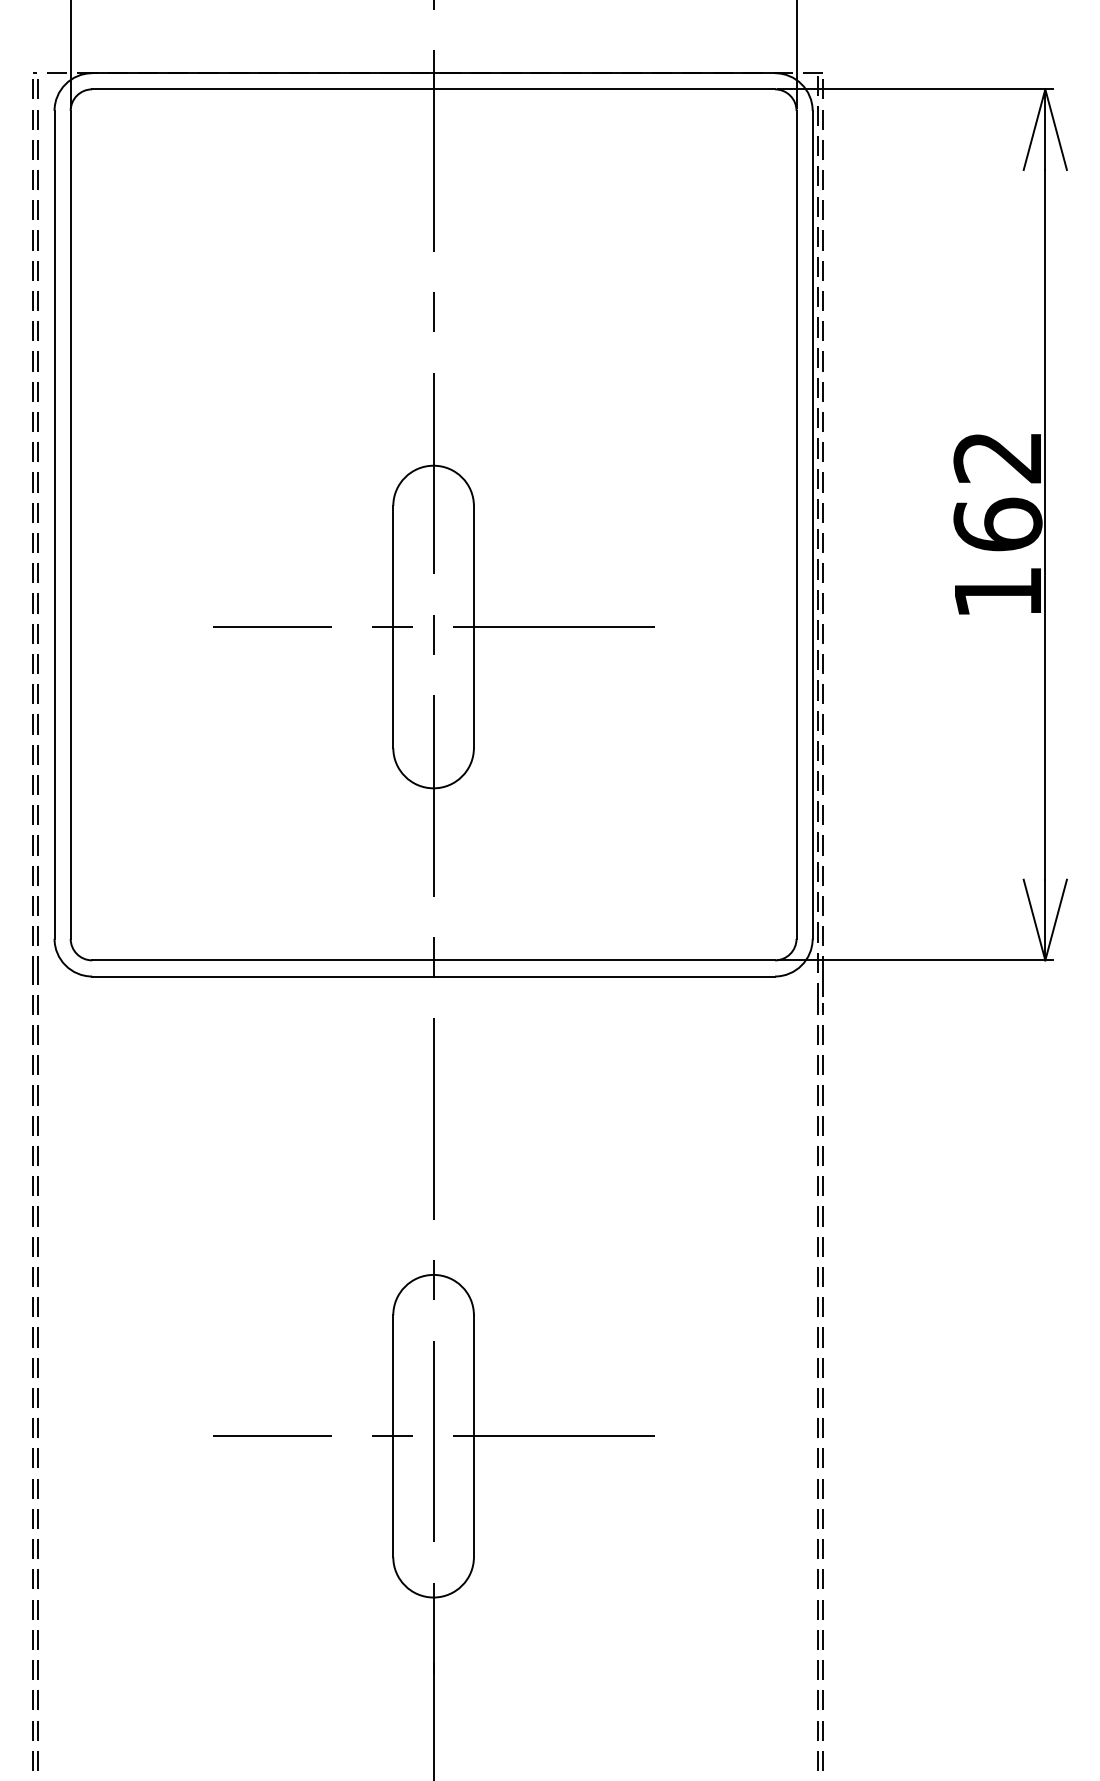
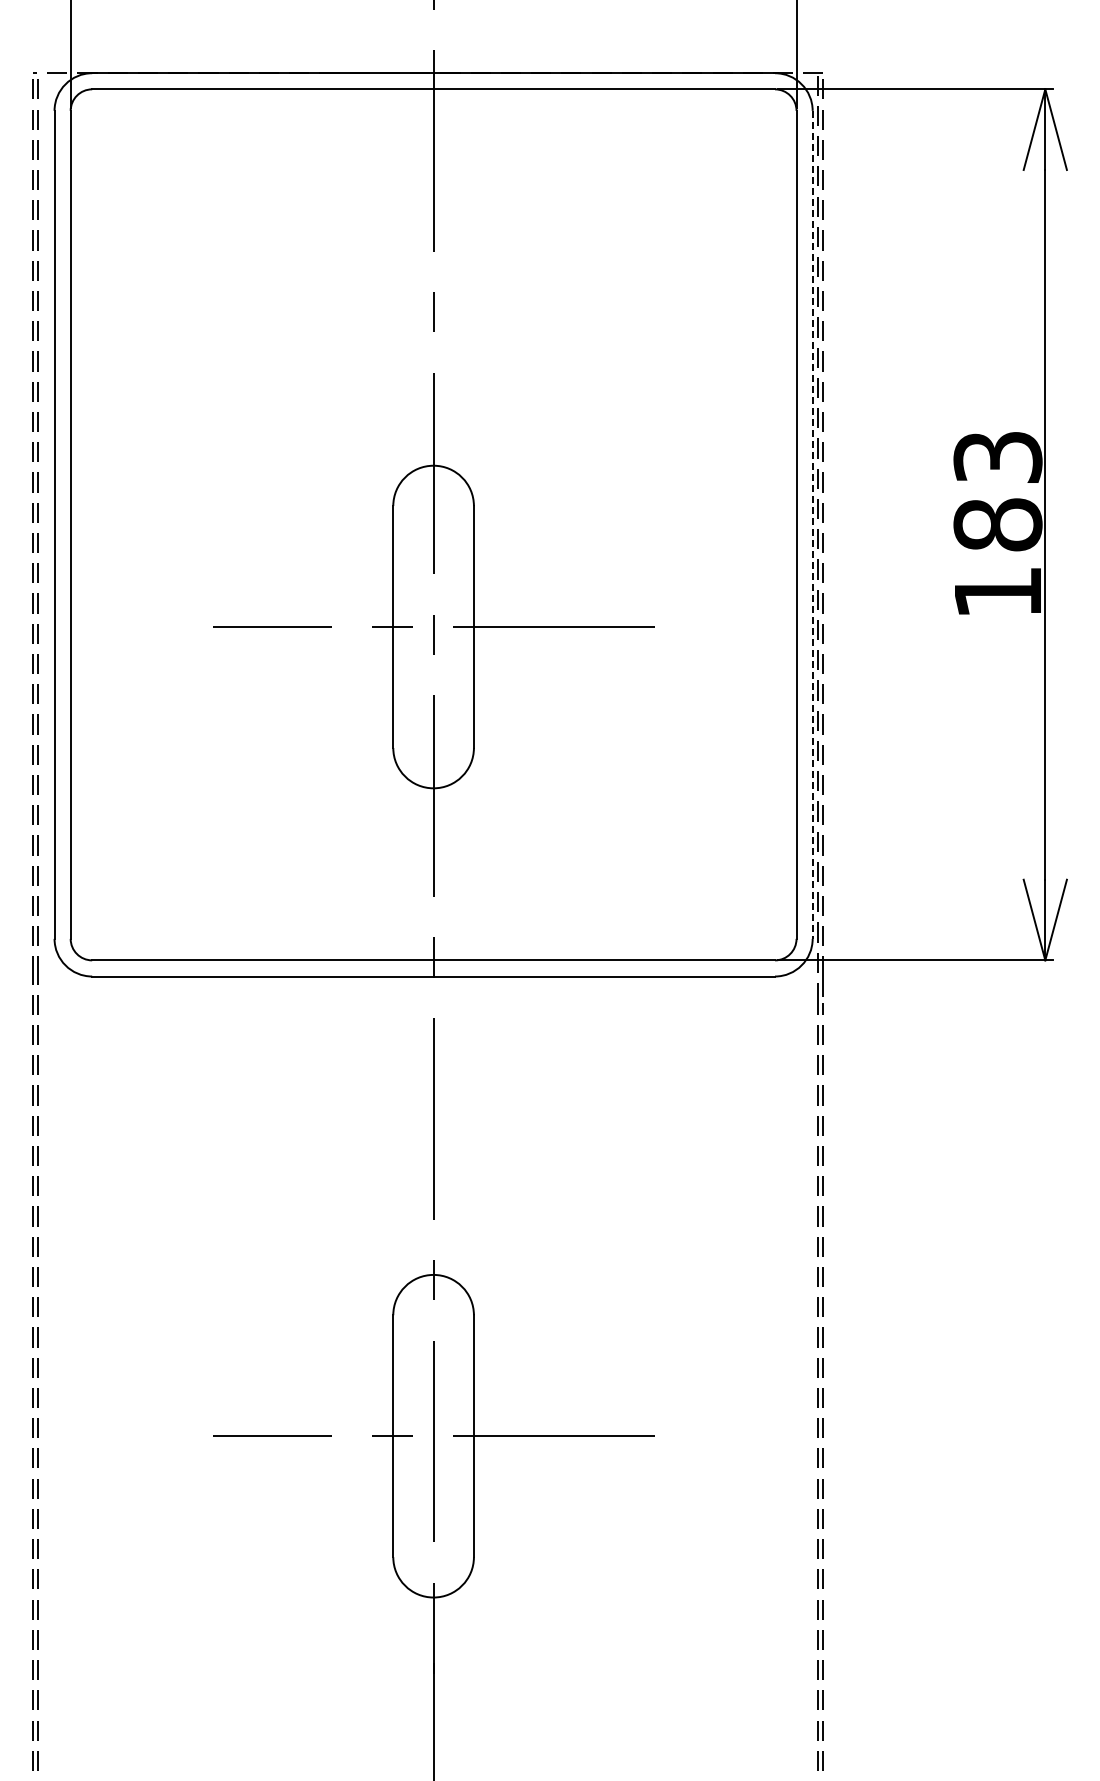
text at (997, 491): 162 -> 183
line at (812, 525): solid -> dashed
